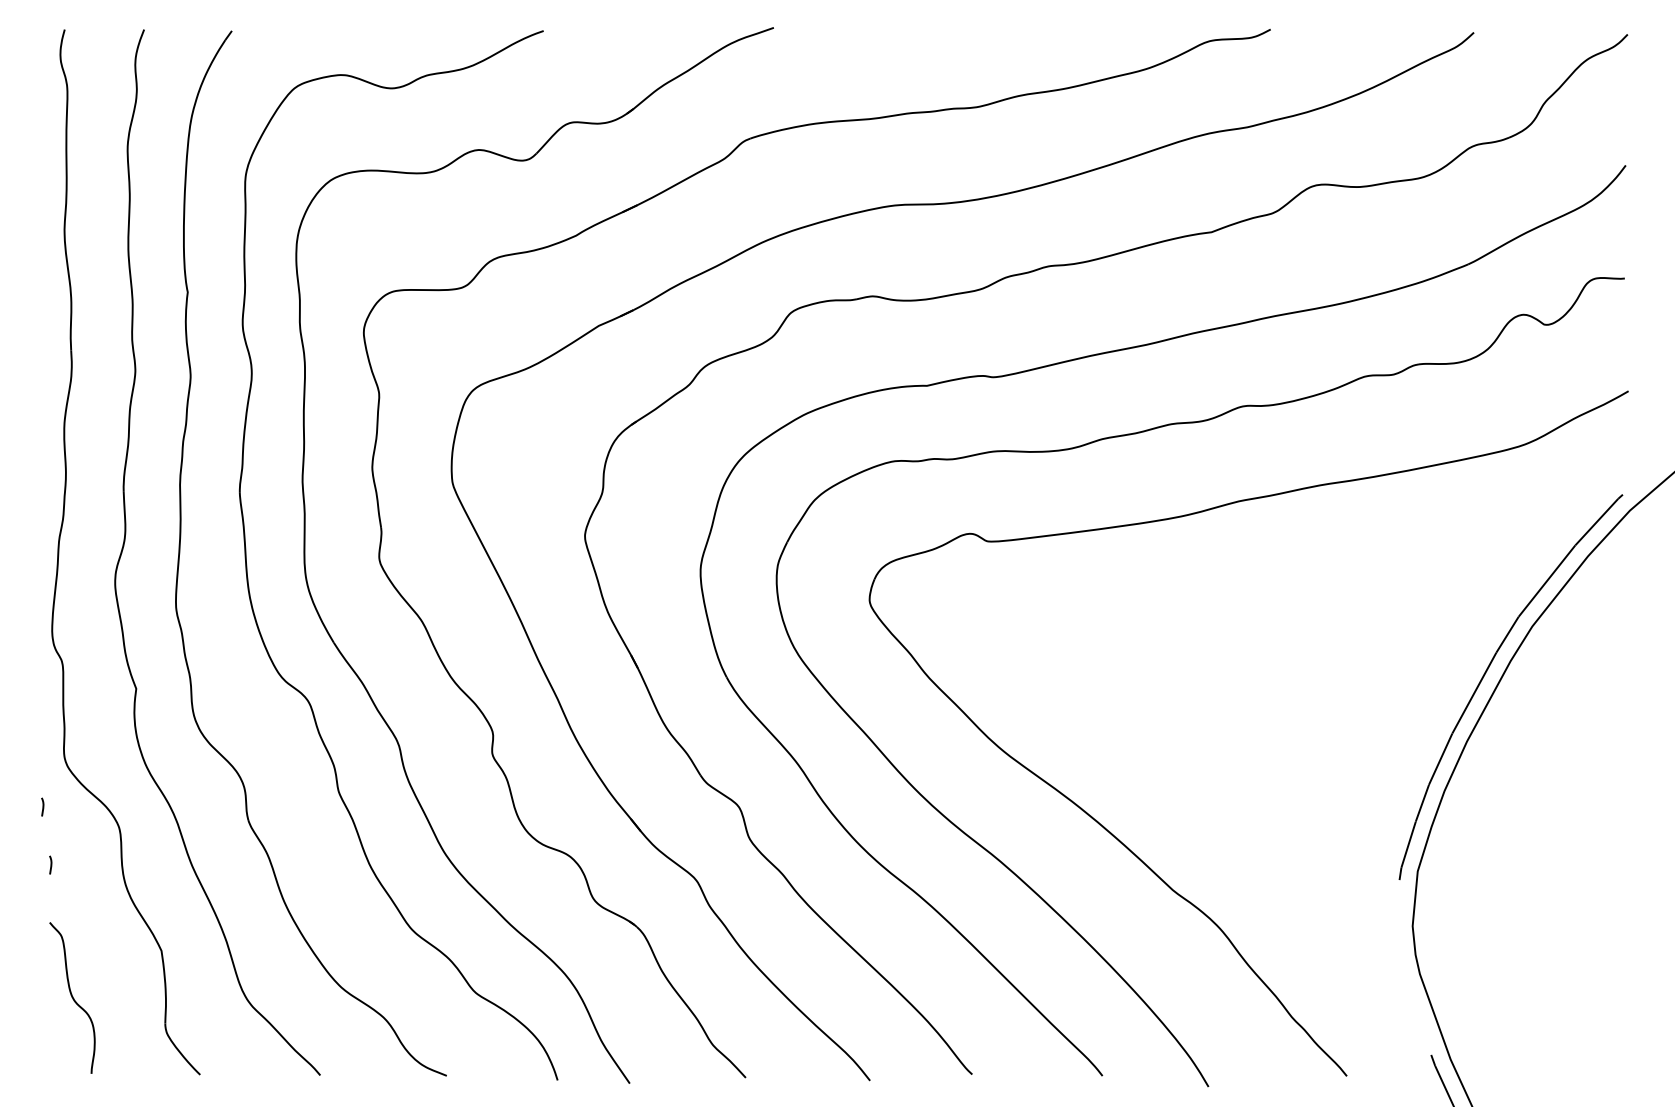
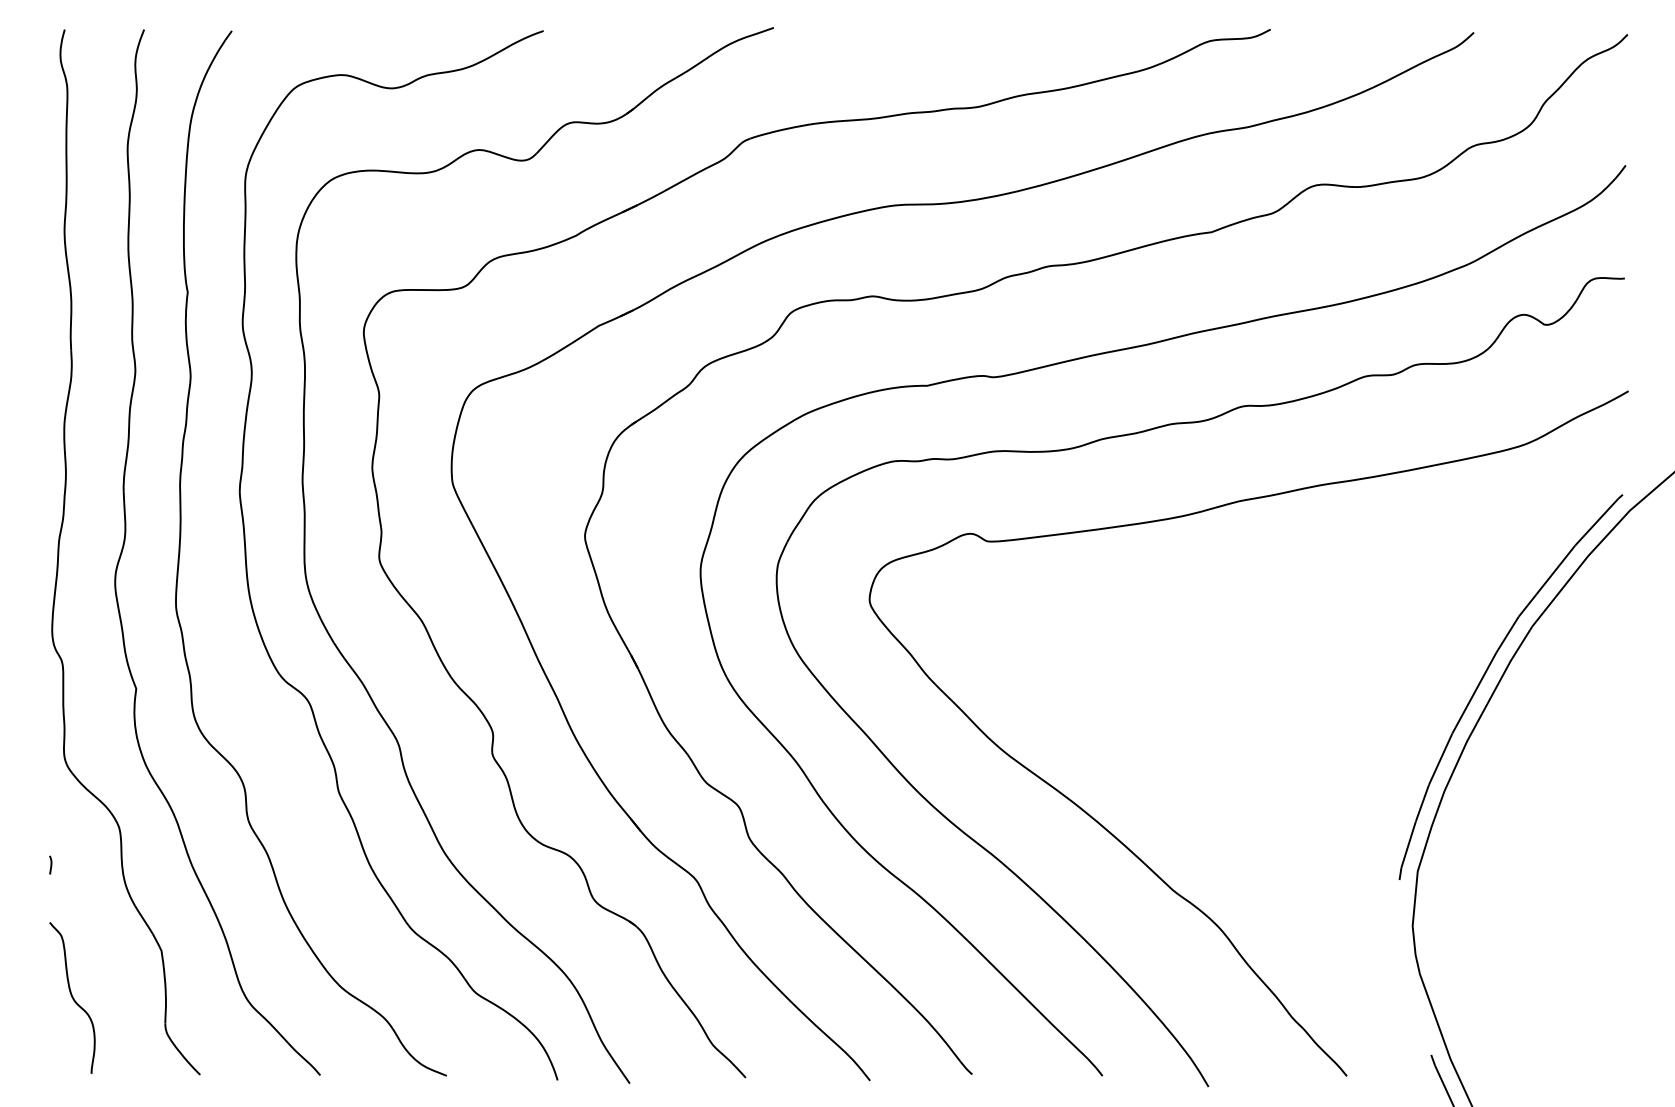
line at (42, 806): present -> none
